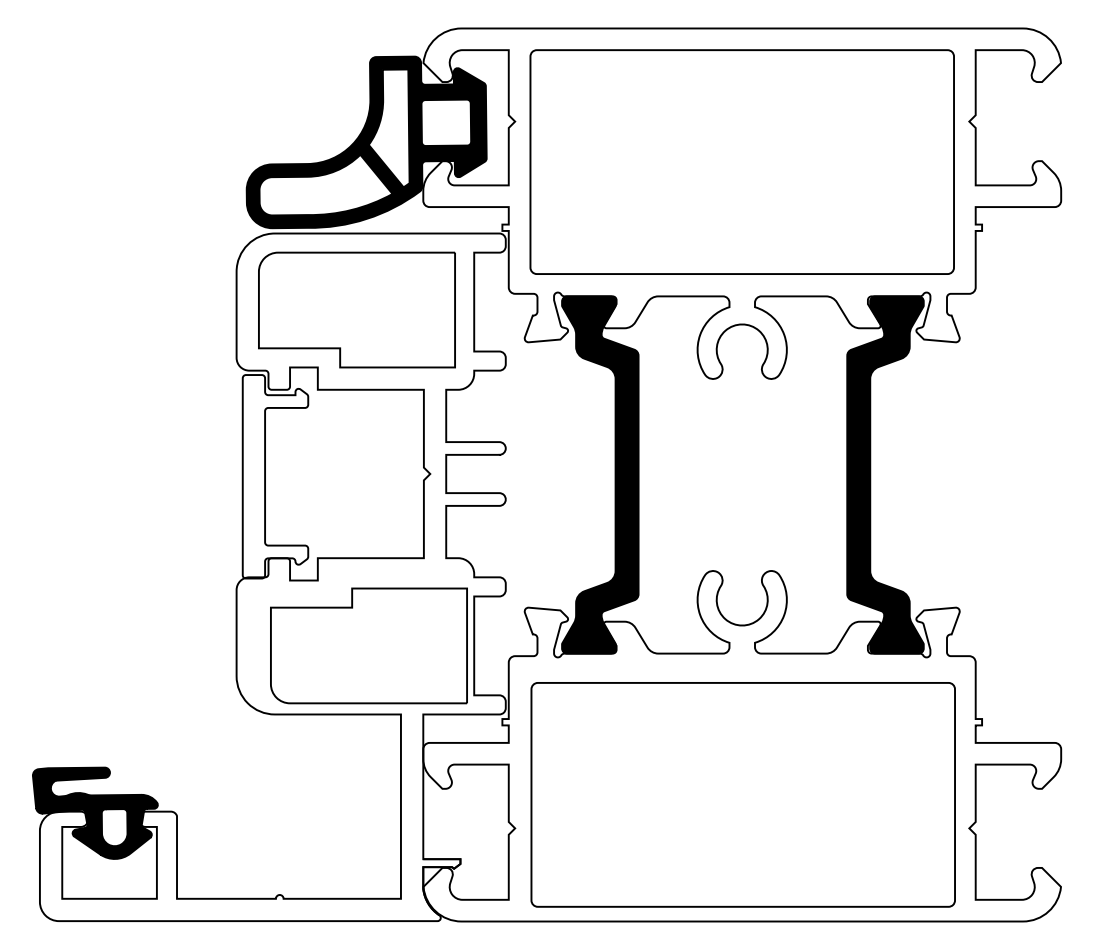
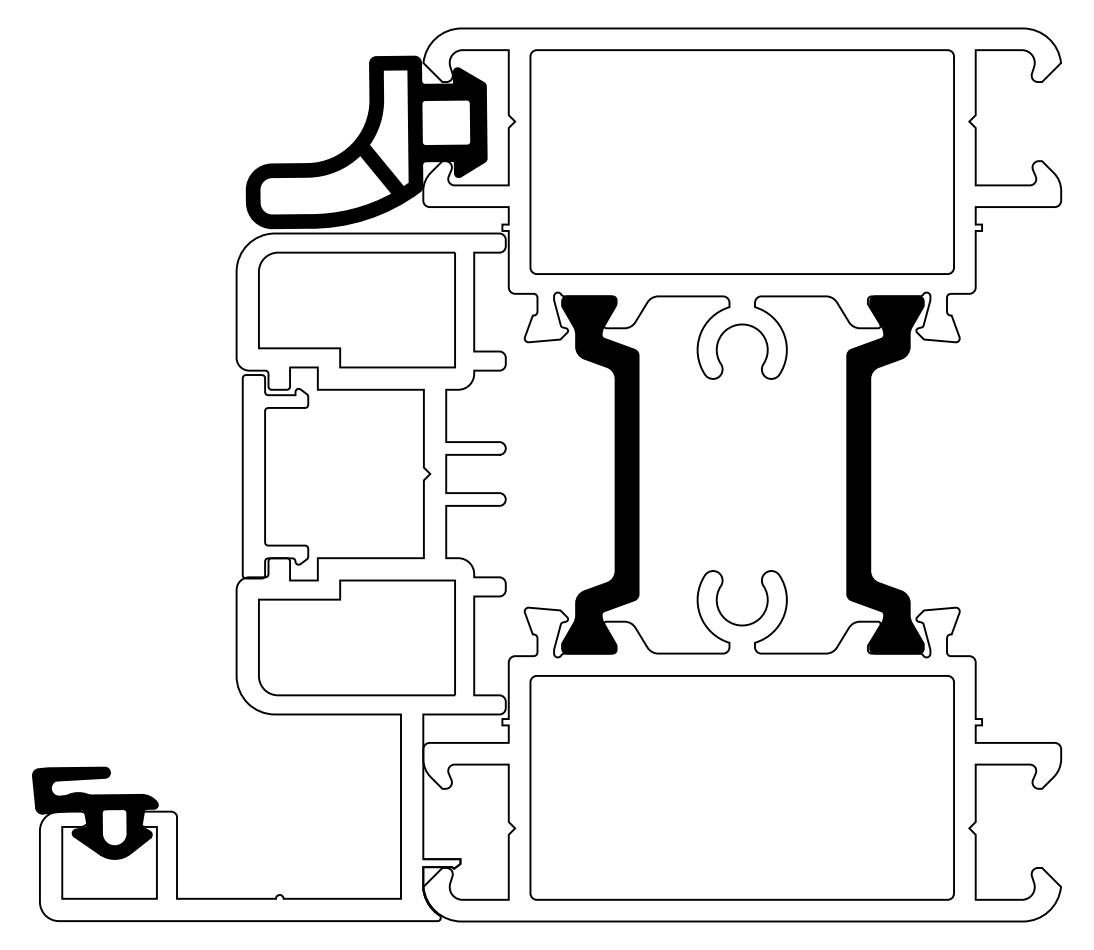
part at (368, 645) position: (368, 645) -> (356, 637)
part at (742, 794) position: (742, 794) -> (741, 787)
